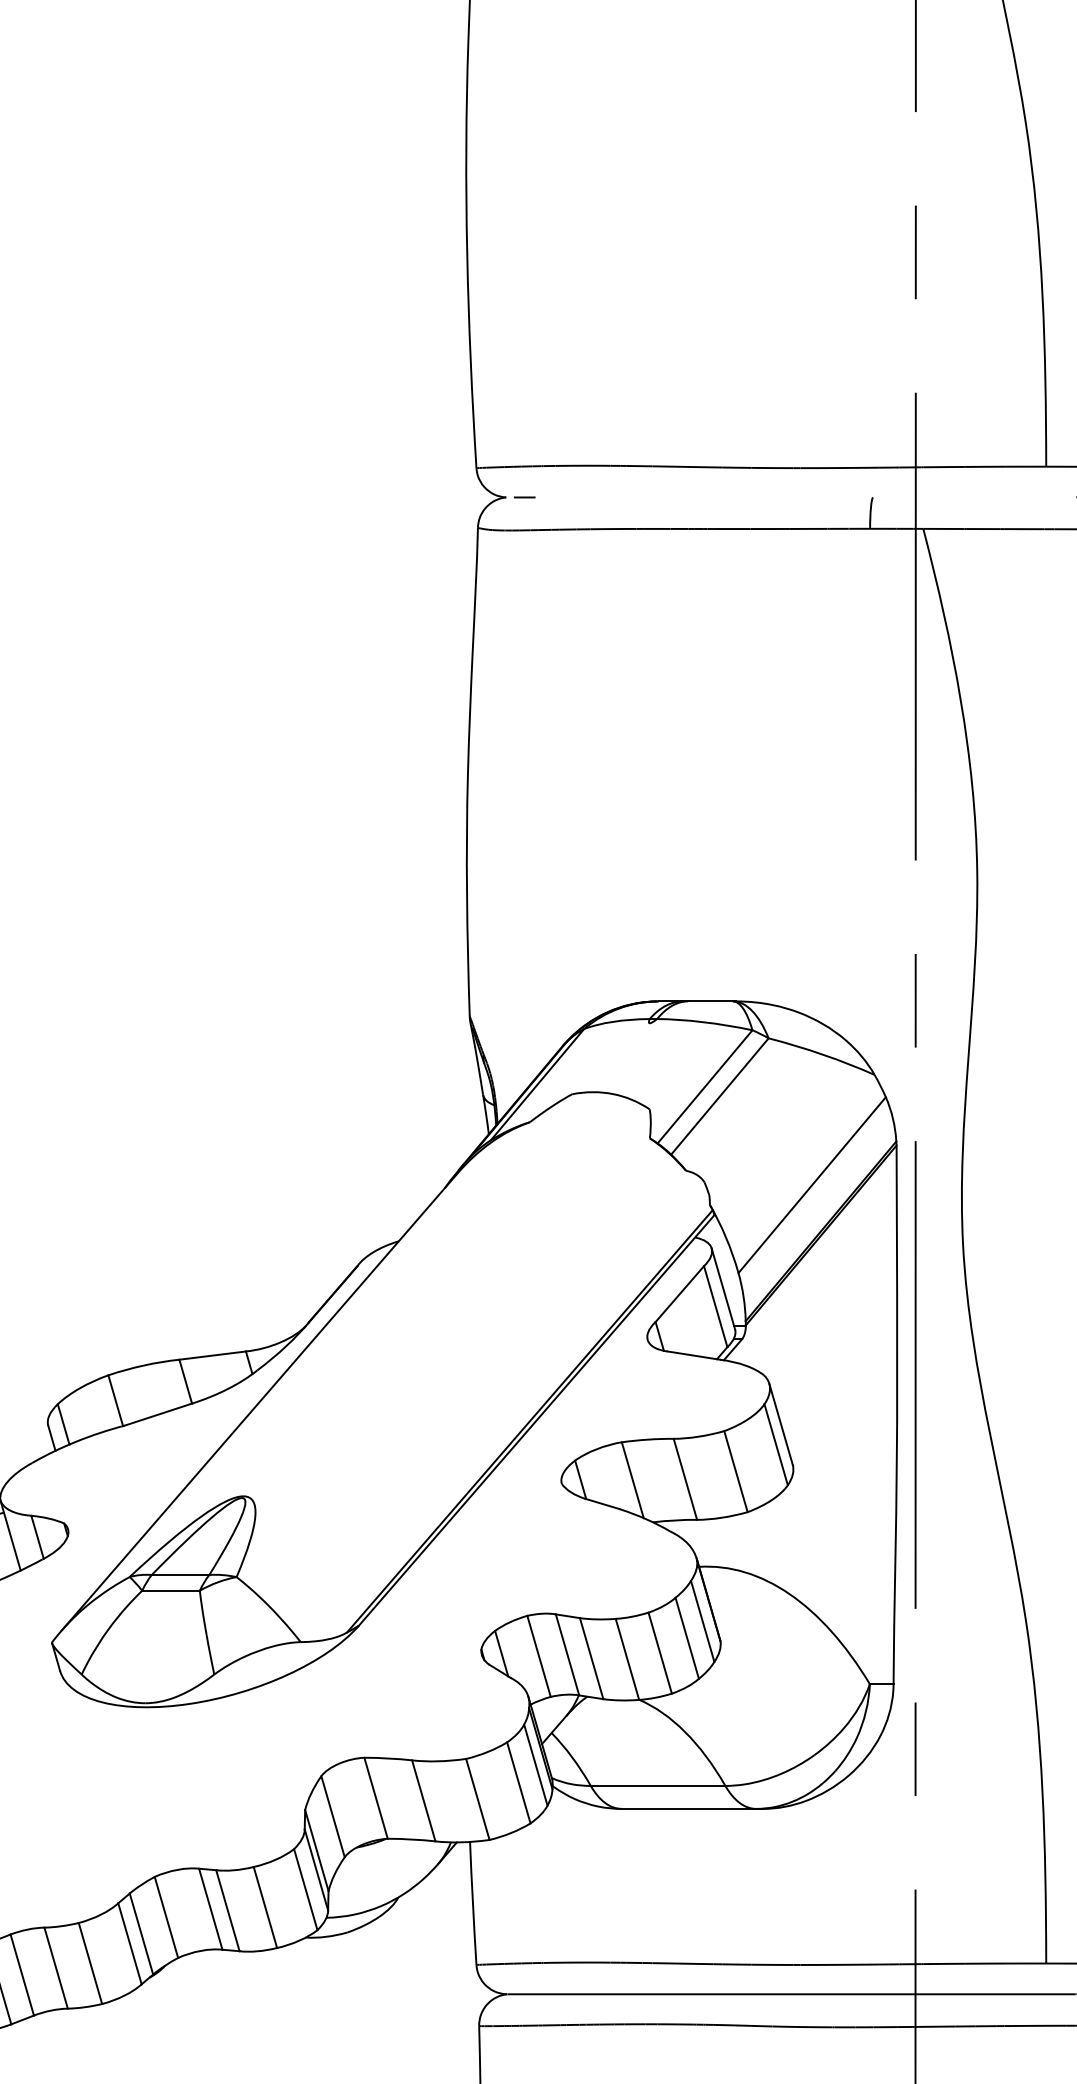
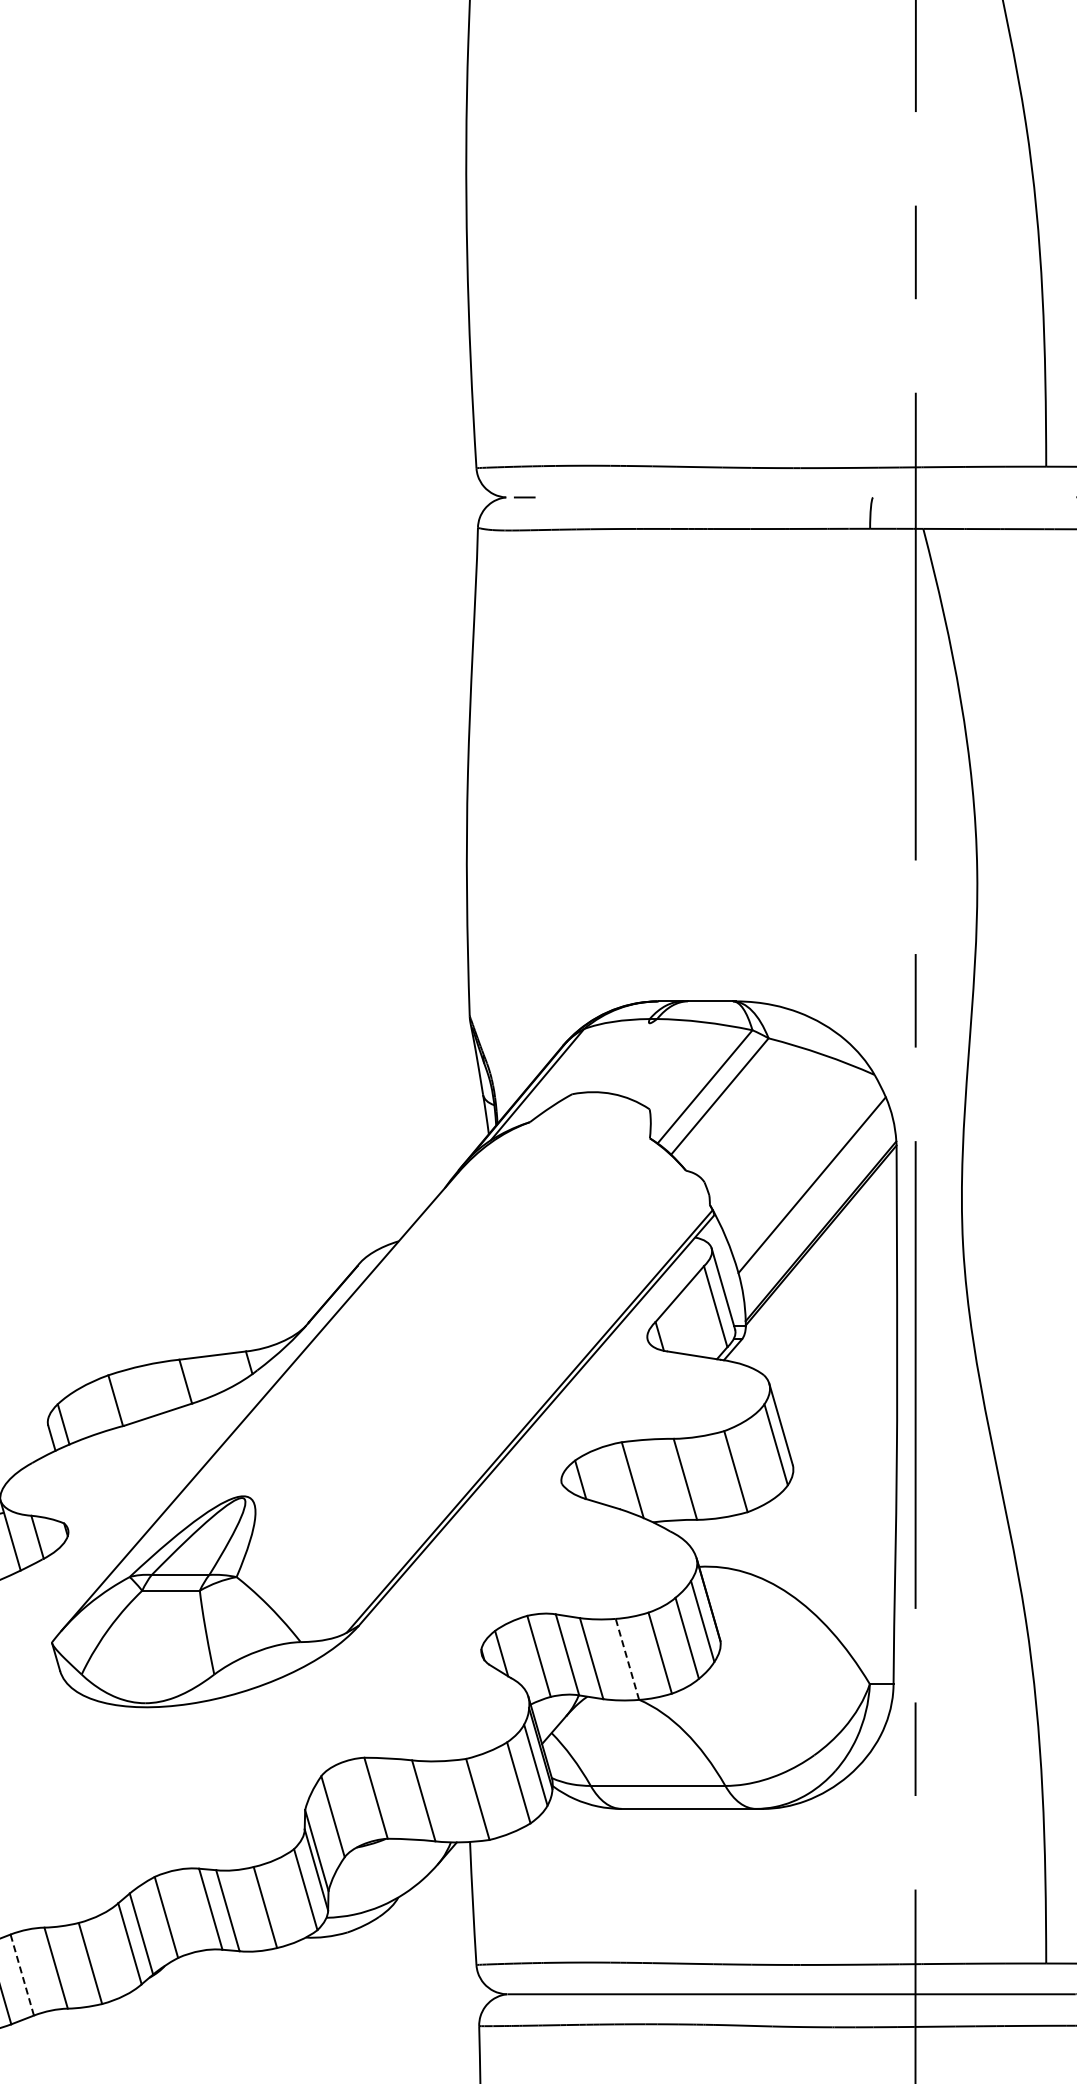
line at (627, 1658): solid -> dashed
line at (22, 1974): solid -> dashed
